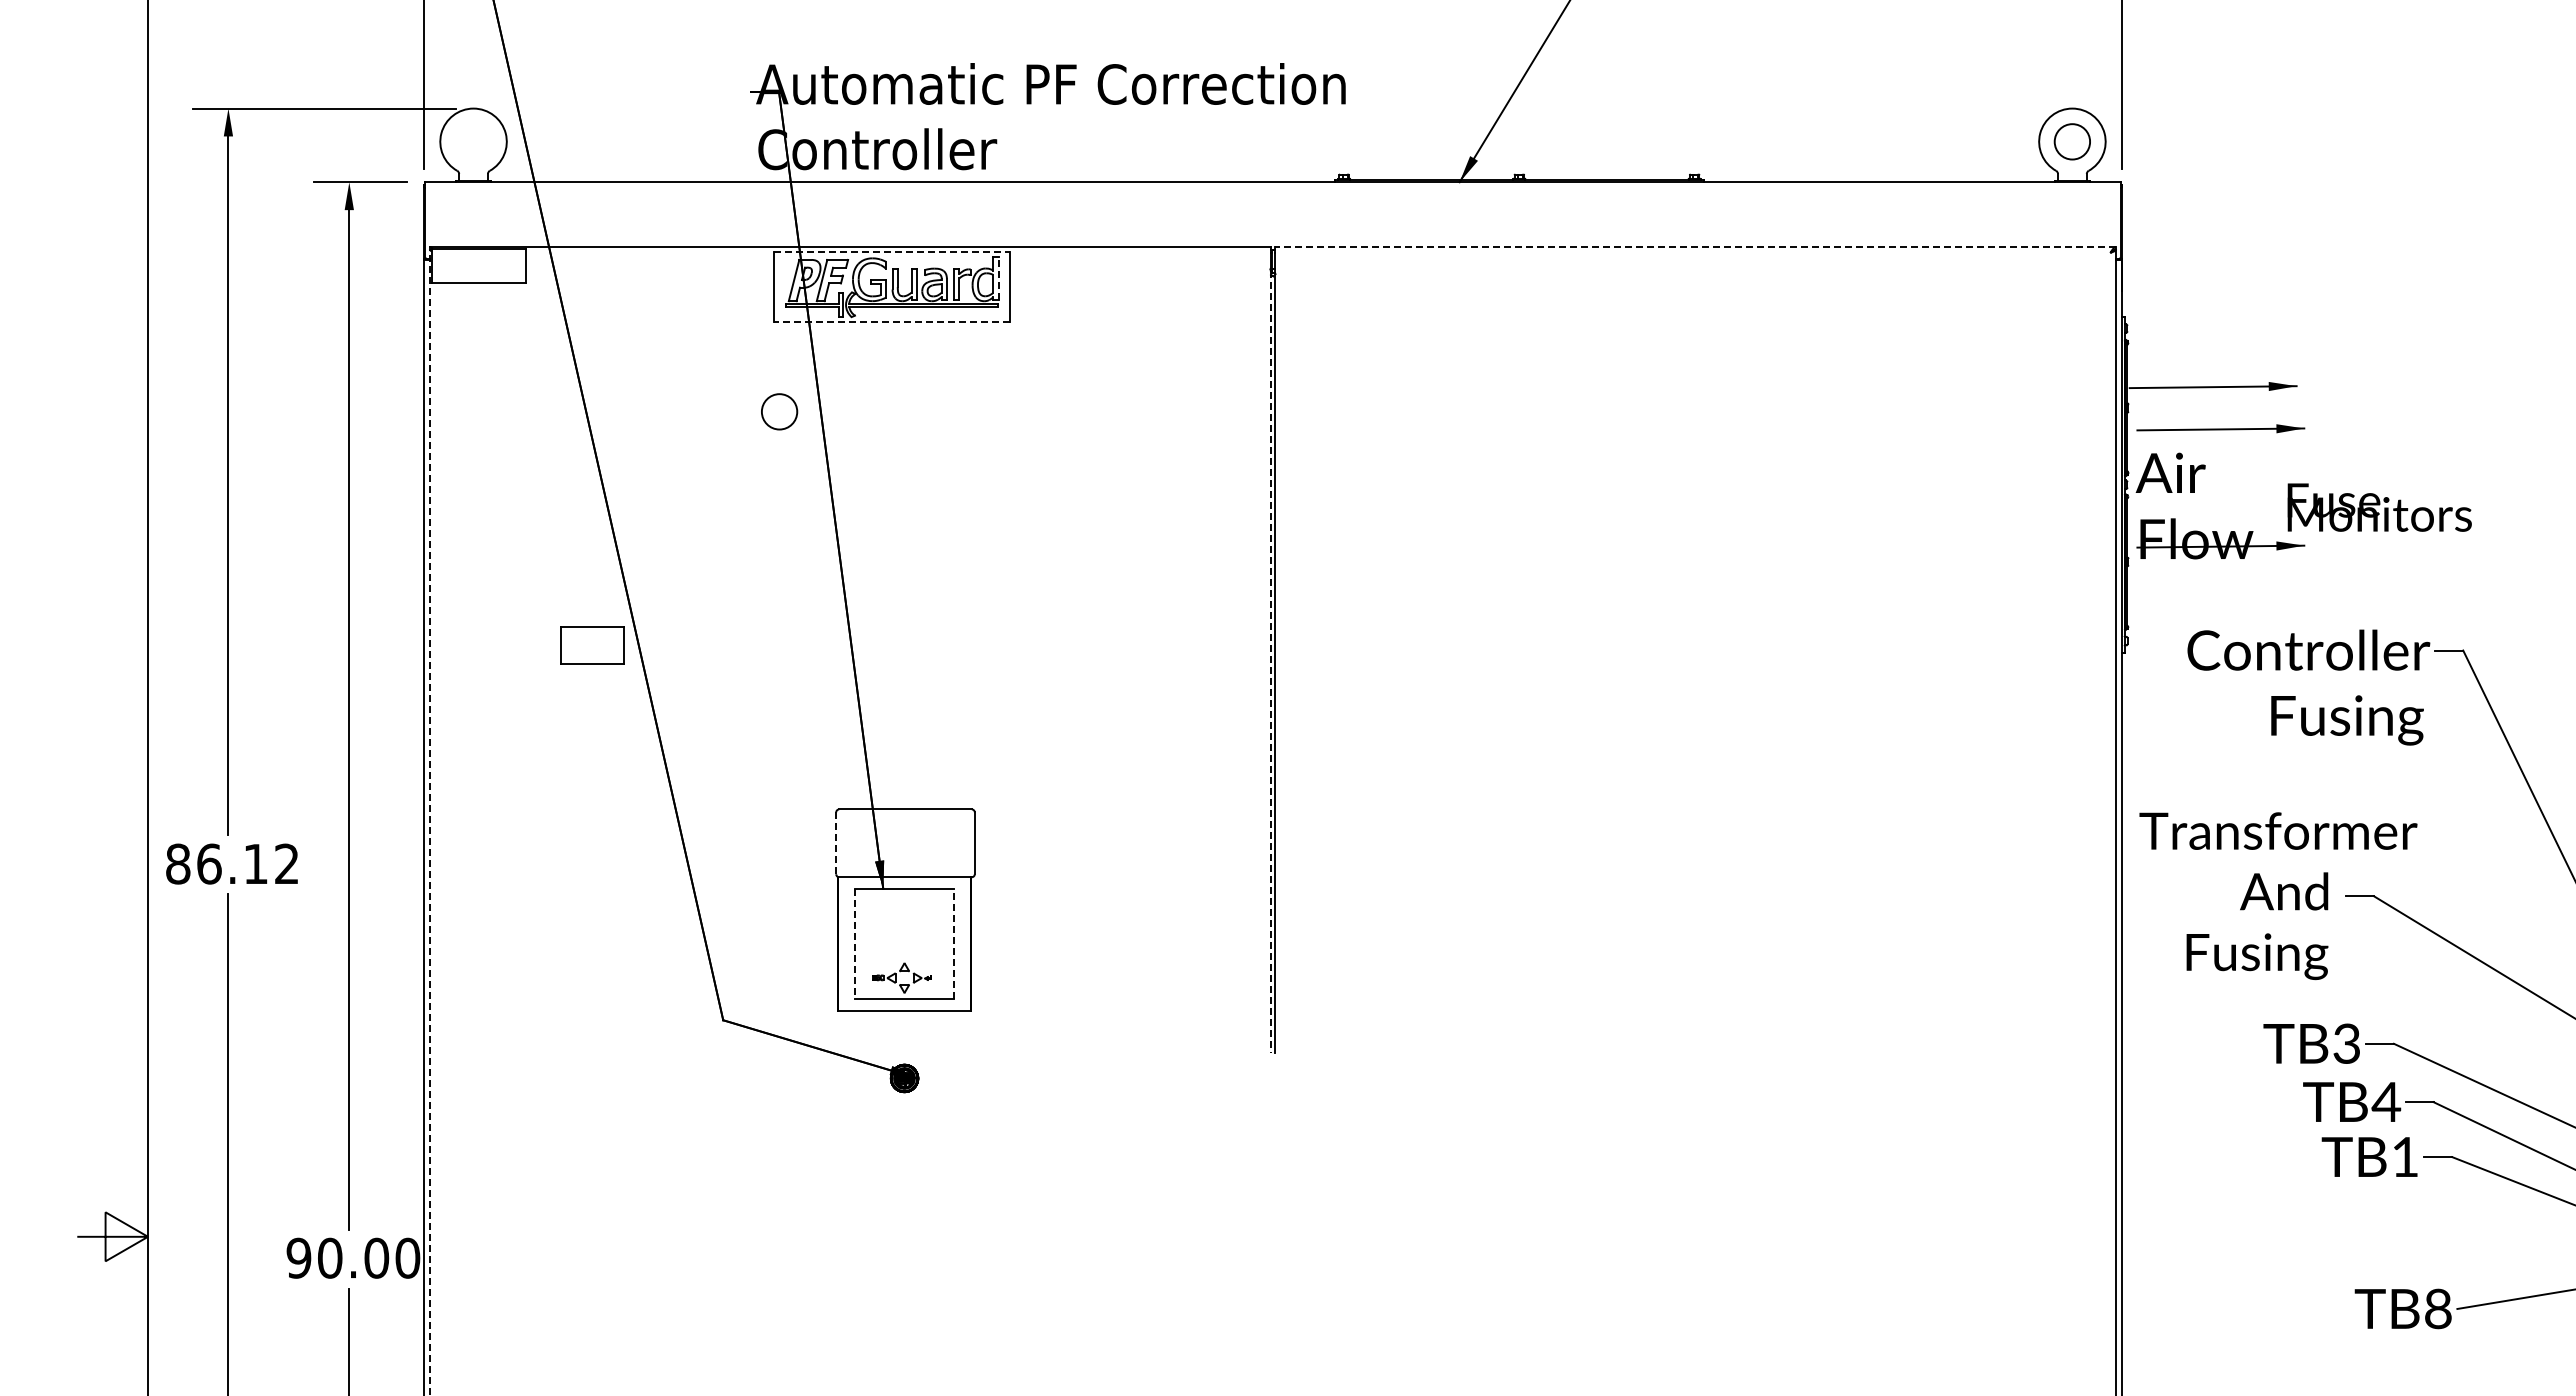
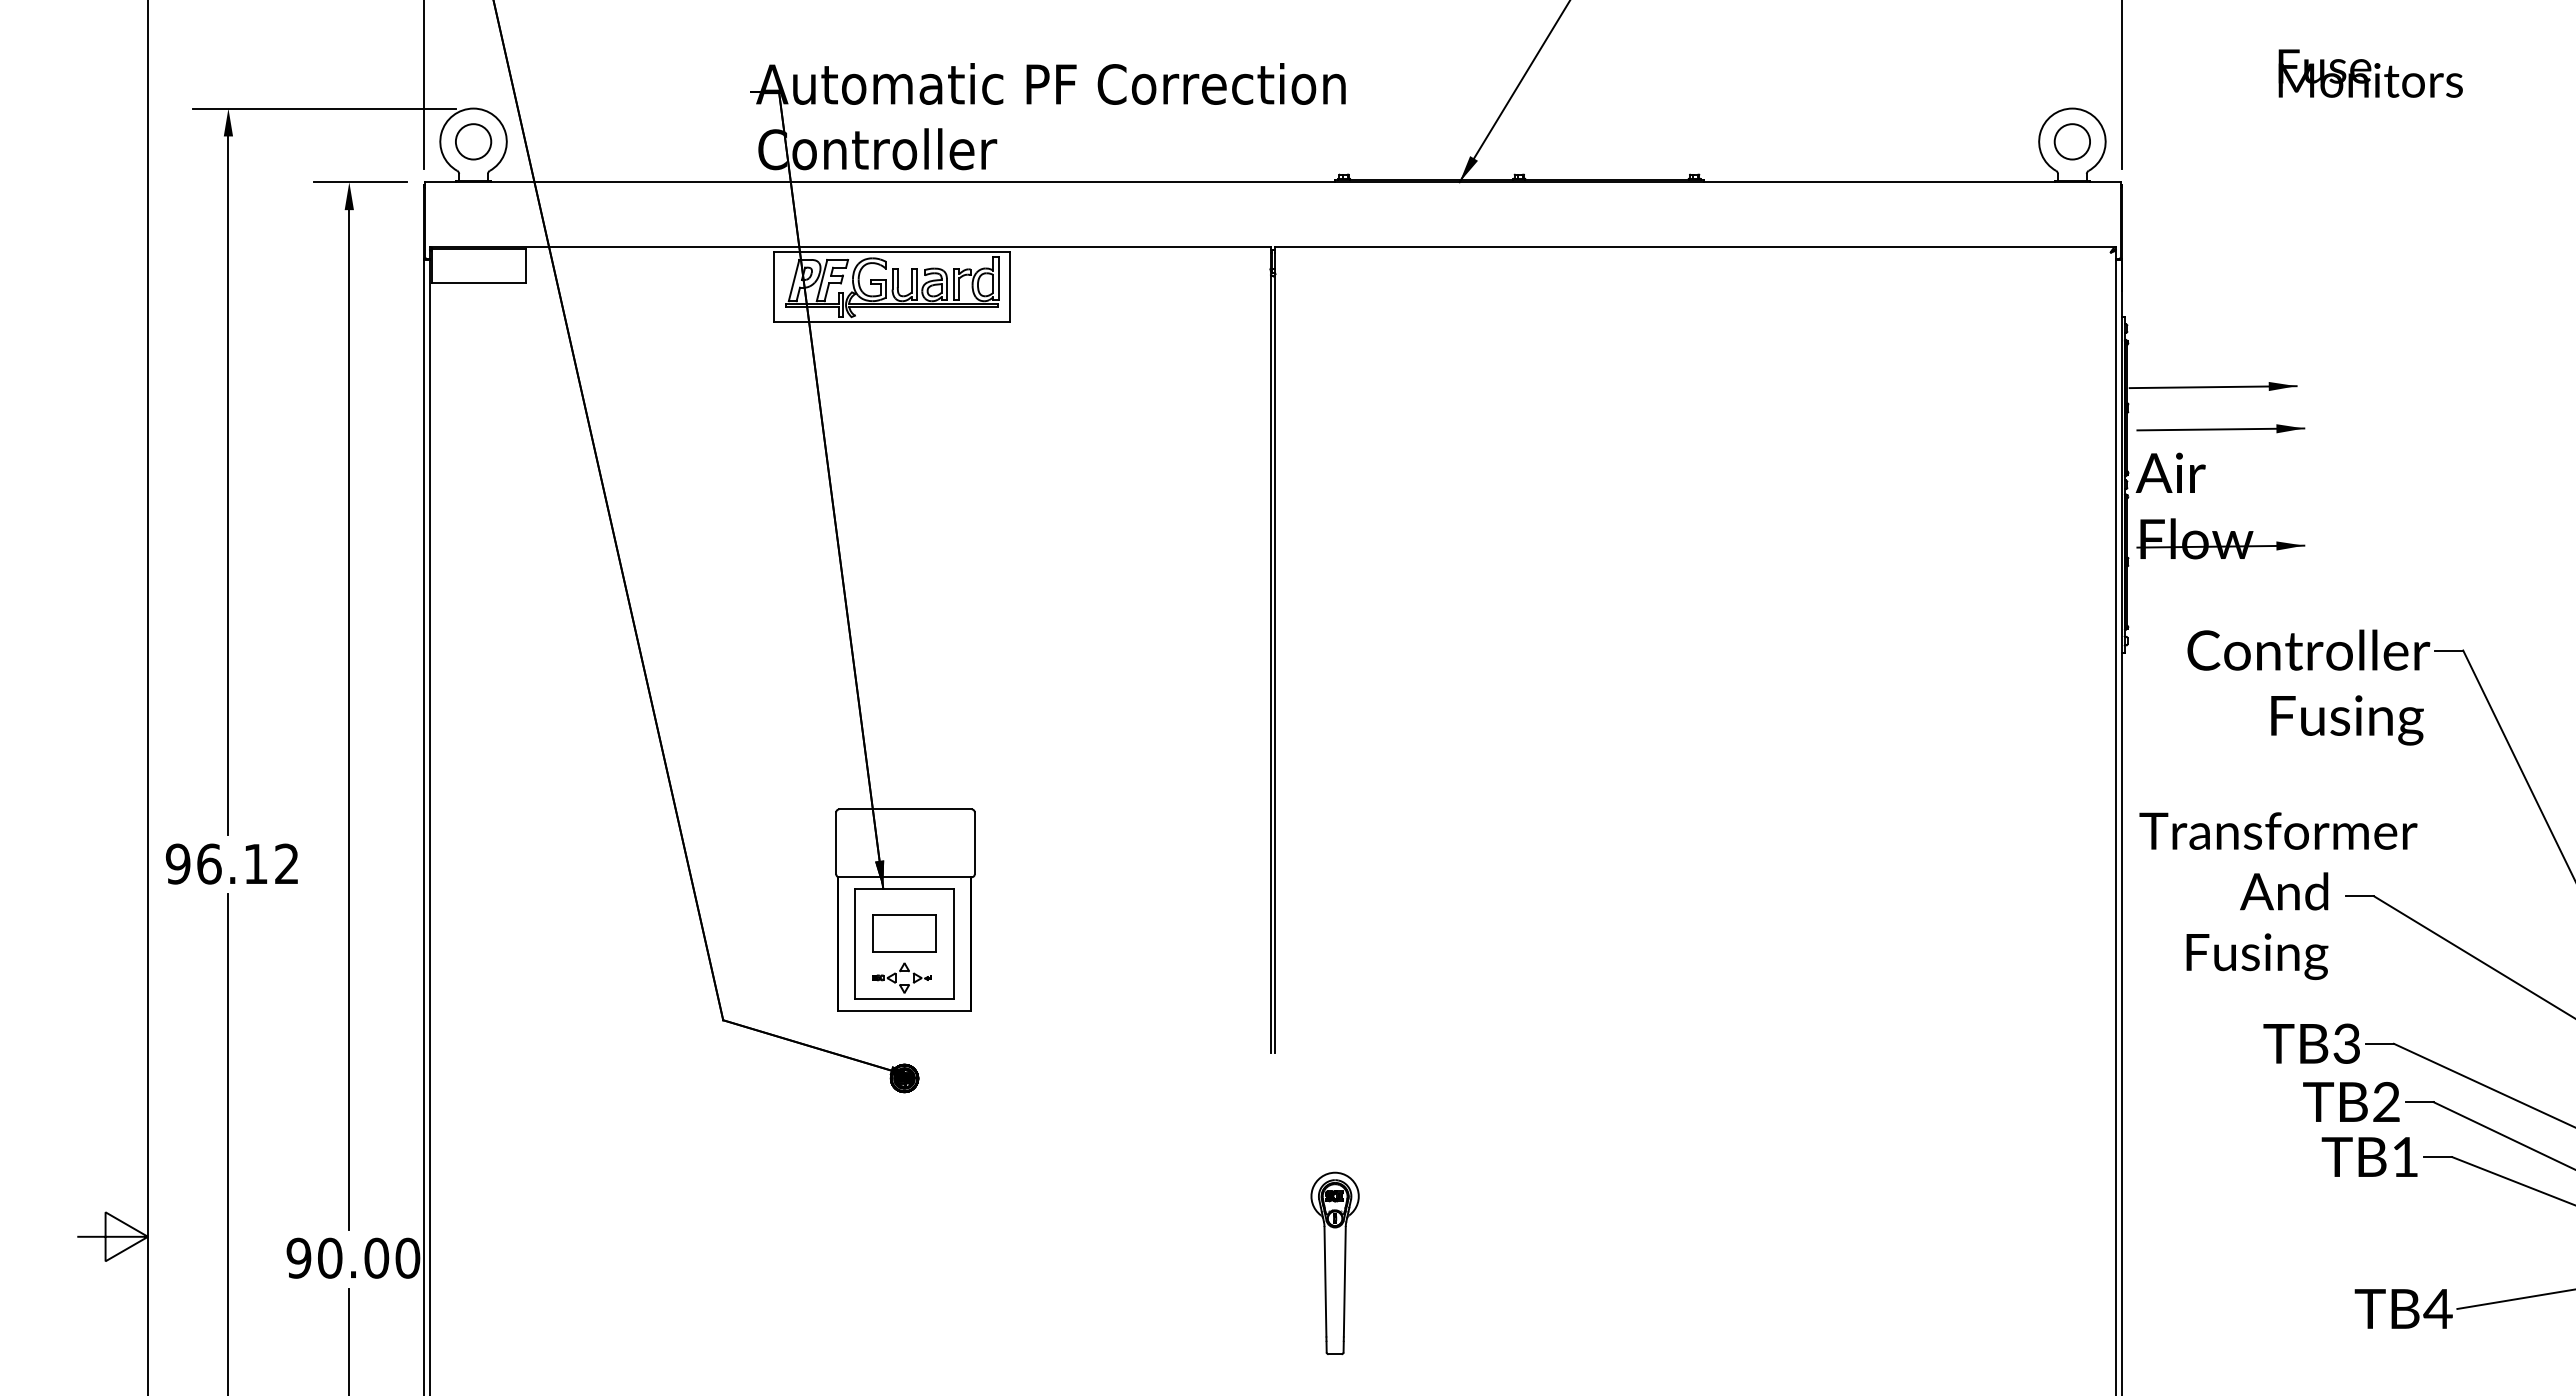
line at (1695, 247): dashed -> solid
line at (892, 251): dashed -> solid
line at (998, 278): dashed -> solid
line at (892, 322): dashed -> solid
circle at (779, 411) position: (779, 411) -> (473, 141)
text at (2379, 507) position: (2379, 507) -> (2370, 73)
part at (592, 645) position: (592, 645) -> (904, 933)
line at (1270, 662): dashed -> solid
line at (429, 822): dashed -> solid
line at (836, 843): dashed -> solid
text at (177, 863): 86.12 -> 96.12
line at (953, 943): dashed -> solid
line at (855, 944): dashed -> solid
text at (2386, 1101): TB4 -> TB2
part at (1334, 1263): none -> present
text at (2437, 1308): TB8 -> TB4
